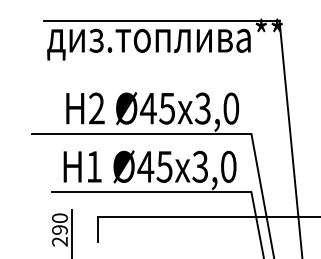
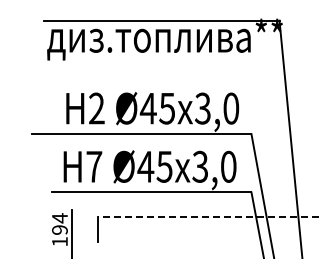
text at (94, 166): 1 -> 7
line at (209, 217): solid -> dashed
text at (59, 229): 290 -> 194
